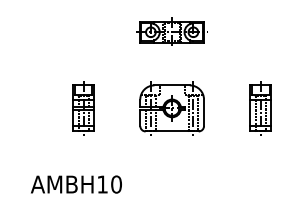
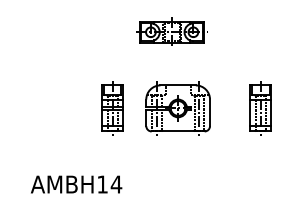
part at (83, 108) position: (83, 108) -> (112, 108)
part at (171, 108) position: (171, 108) -> (177, 108)
text at (116, 184): AMBH10 -> AMBH14
